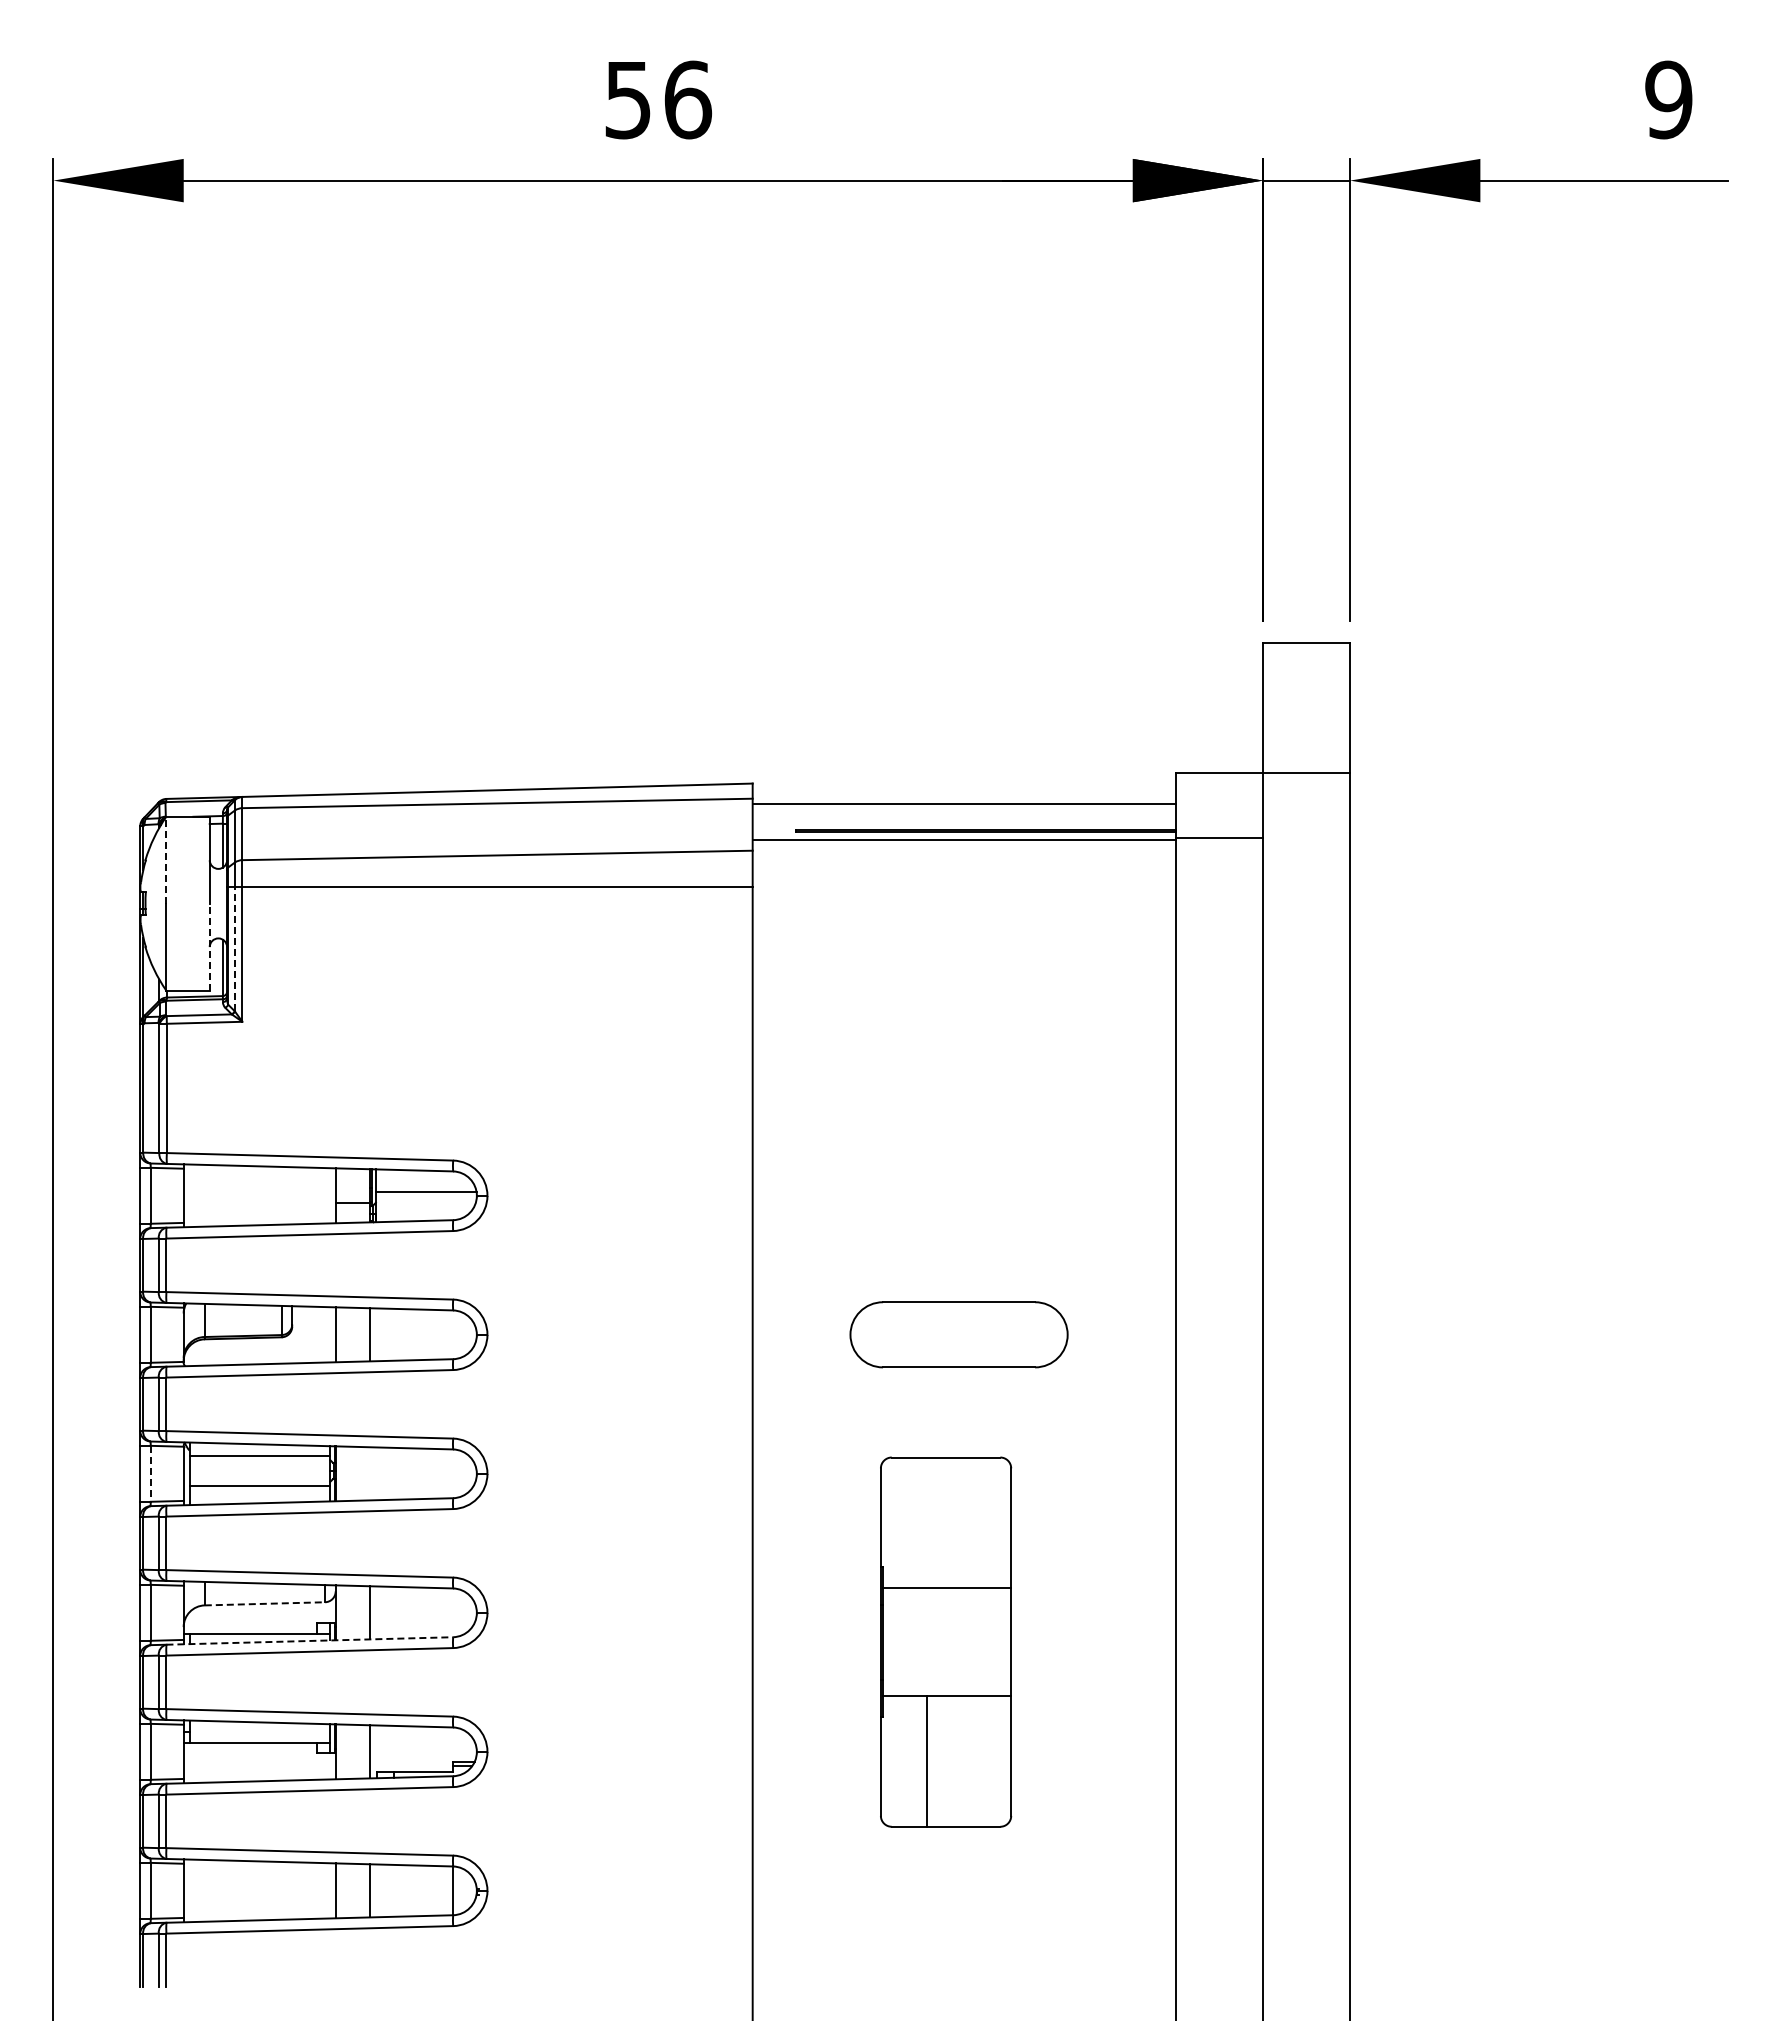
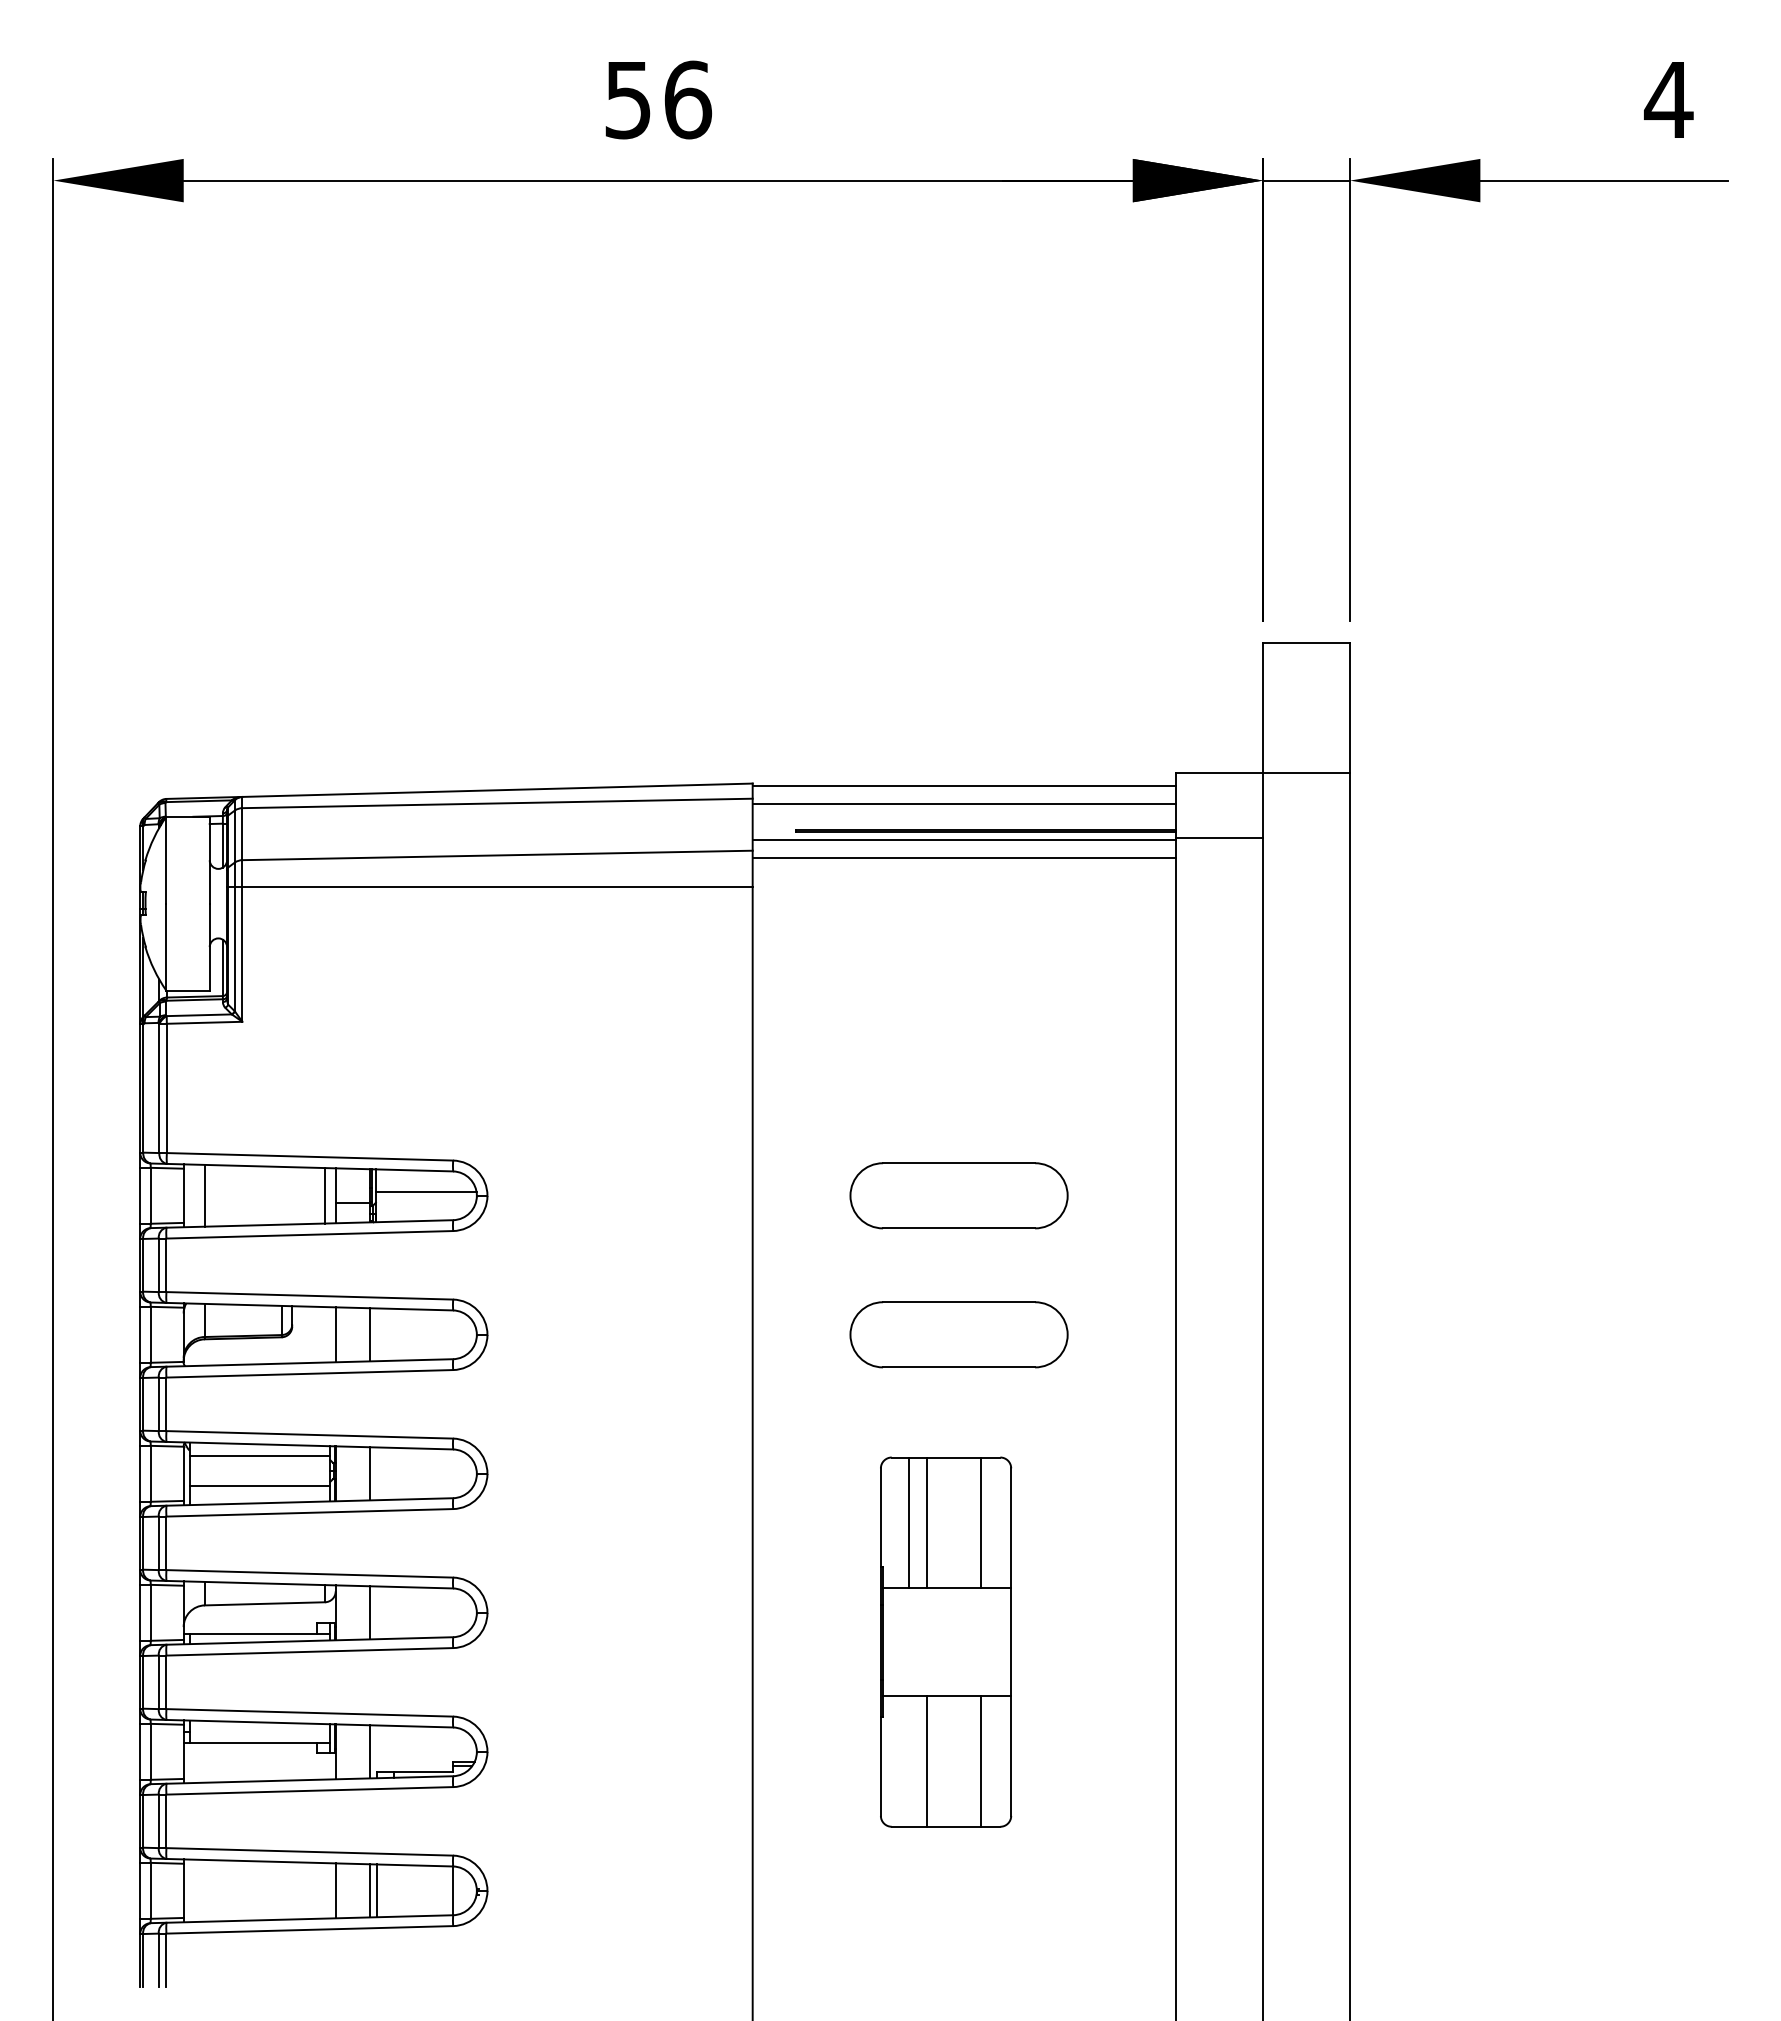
text at (1668, 99): 9 -> 4
line at (964, 786): none -> present
line at (964, 858): none -> present
line at (166, 859): dashed -> solid
line at (209, 946): dashed -> solid
line at (234, 948): dashed -> solid
line at (204, 1195): none -> present
line at (325, 1195): none -> present
part at (958, 1195): none -> present
line at (150, 1473): dashed -> solid
line at (370, 1473): none -> present
line at (909, 1522): none -> present
line at (926, 1522): none -> present
line at (980, 1522): none -> present
line at (265, 1603): dashed -> solid
line at (310, 1640): dashed -> solid
line at (980, 1761): none -> present
line at (376, 1890): none -> present
